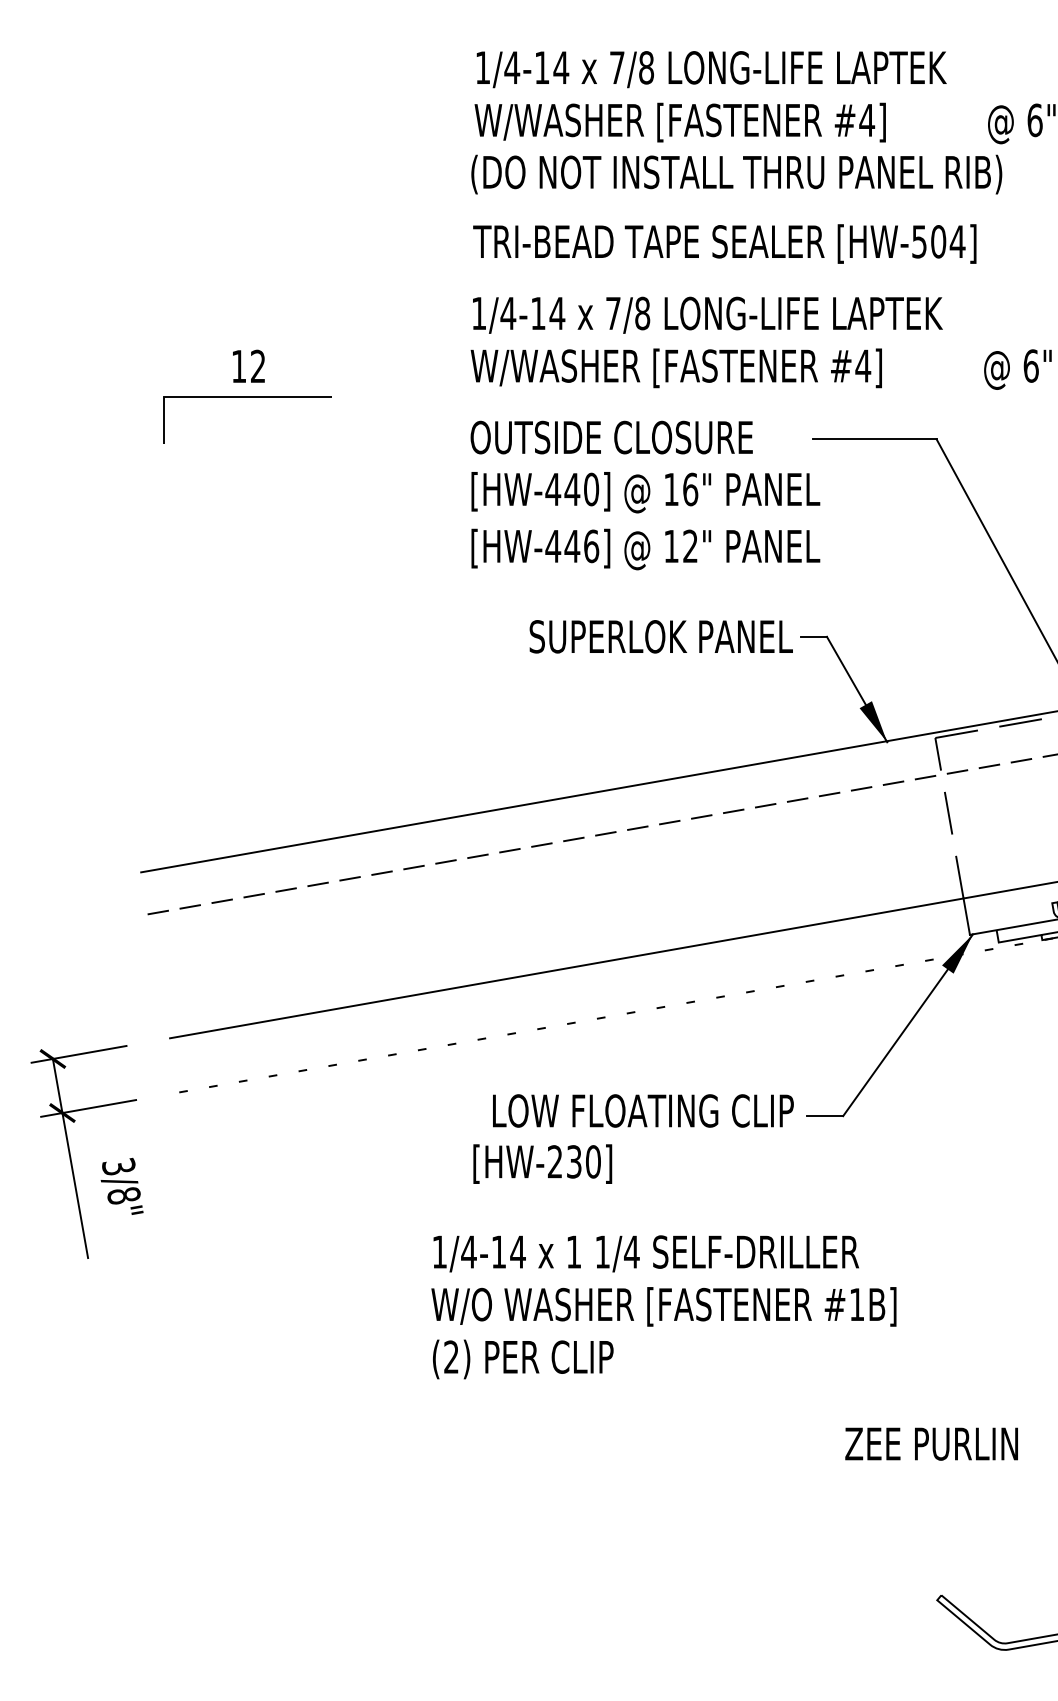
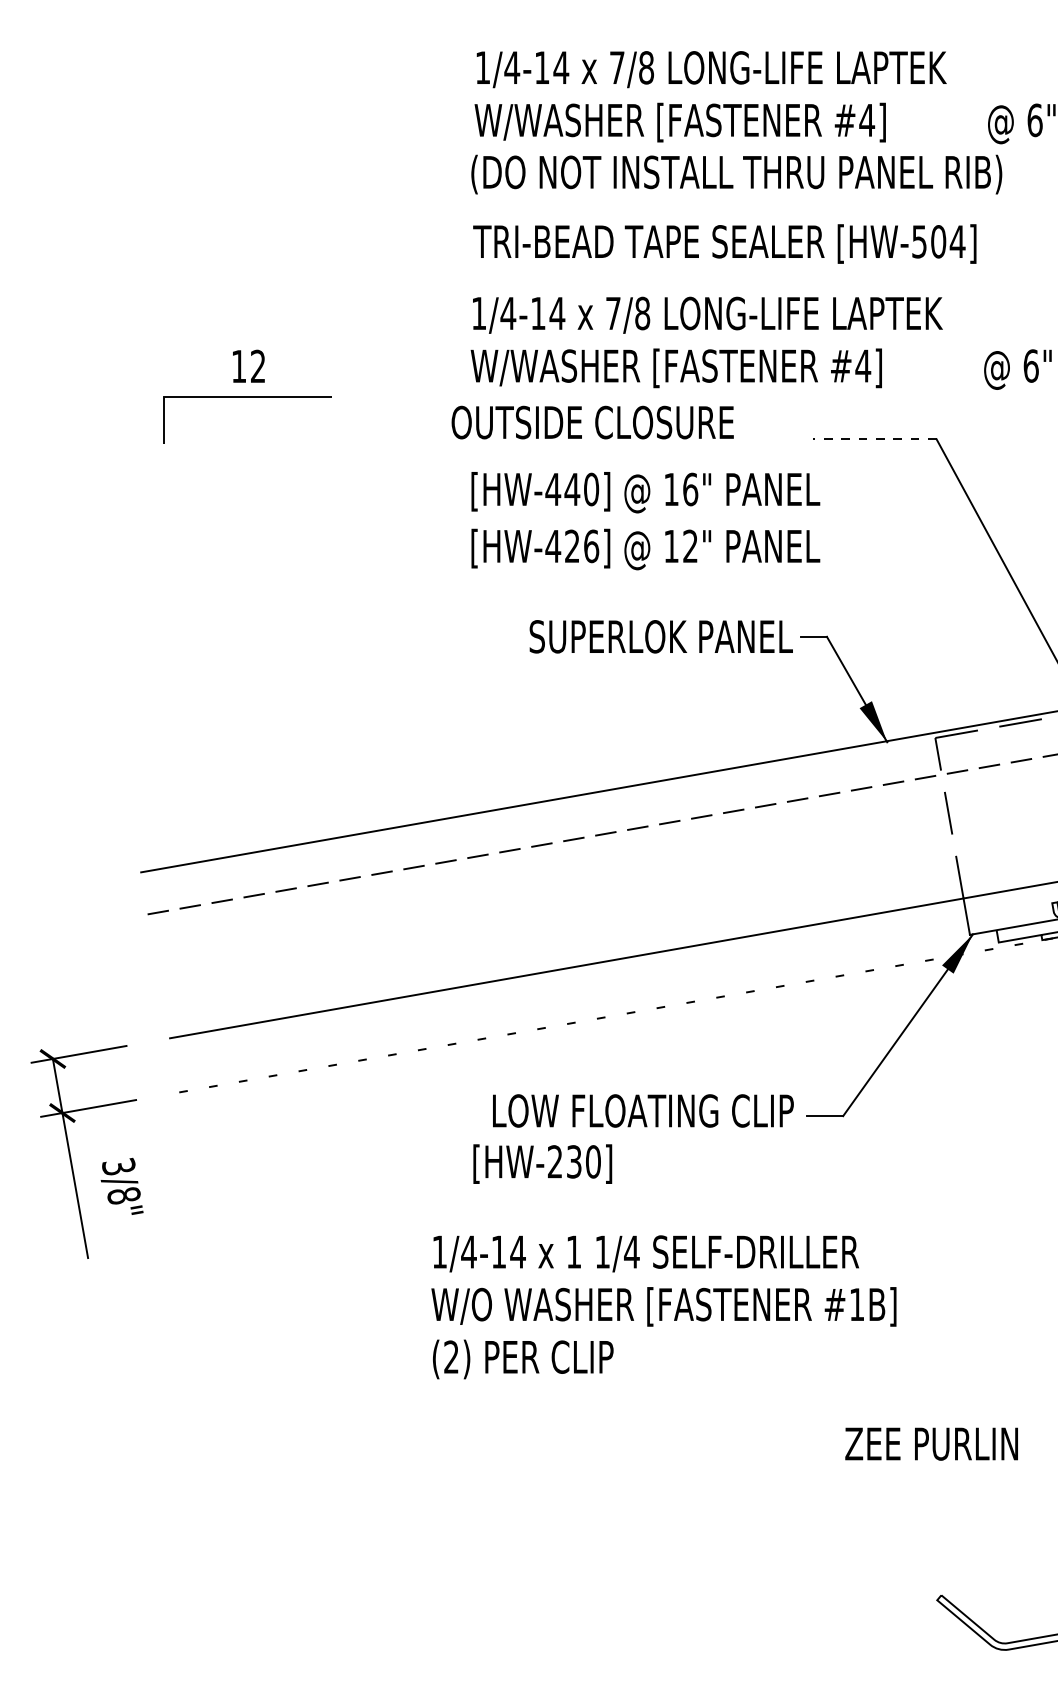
text at (611, 437) position: (611, 437) -> (592, 422)
line at (875, 439): solid -> dashed
text at (572, 545): [HW-446] -> [HW-426]
